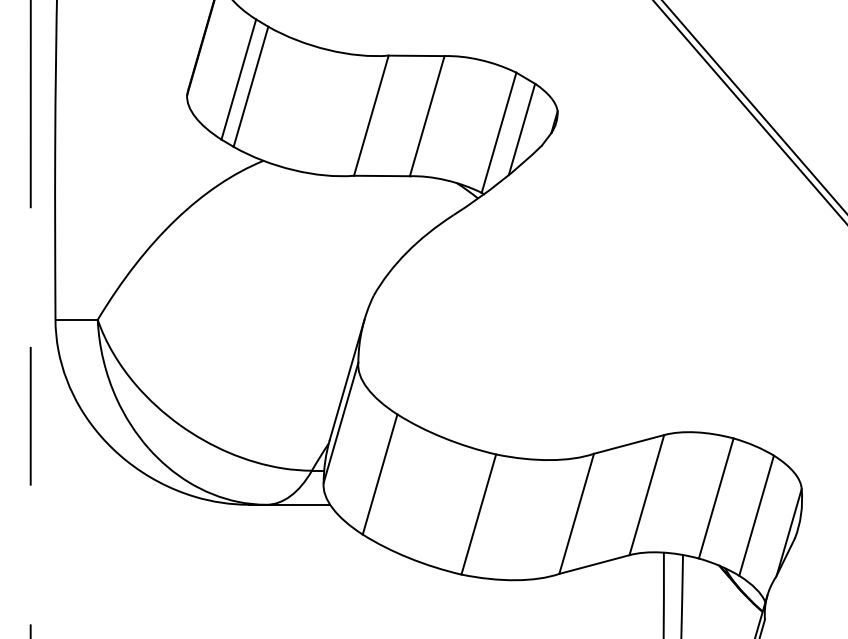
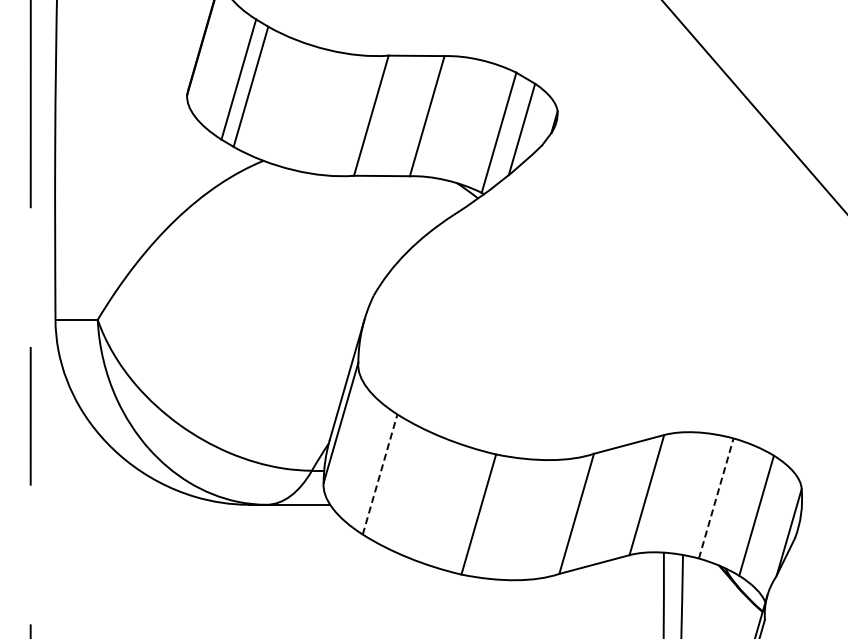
line at (749, 111): present -> none
line at (380, 474): solid -> dashed
line at (716, 498): solid -> dashed
